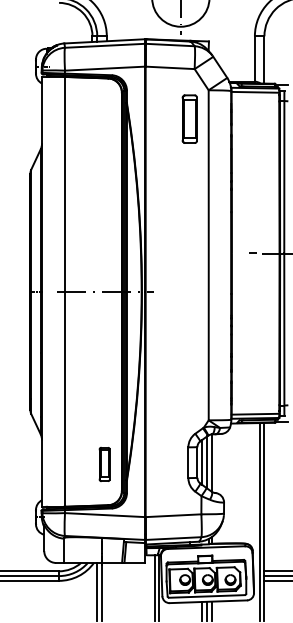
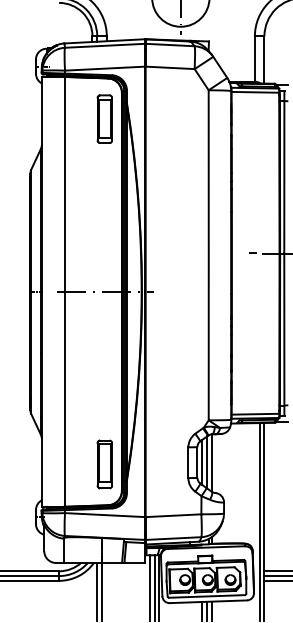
part at (189, 118) position: (189, 118) -> (104, 118)
part at (104, 464) size: 13x35 px -> 17x51 px
line at (149, 587): none -> present
